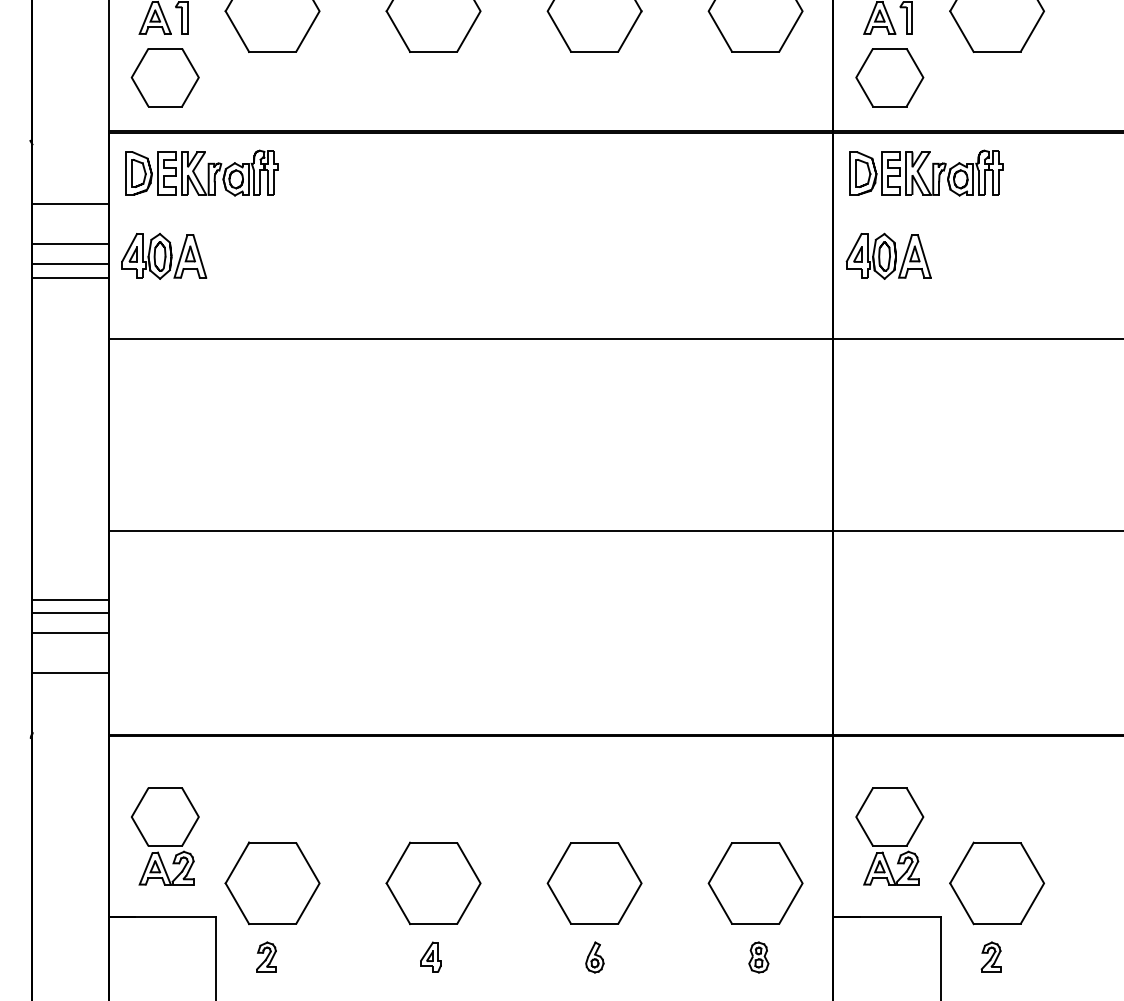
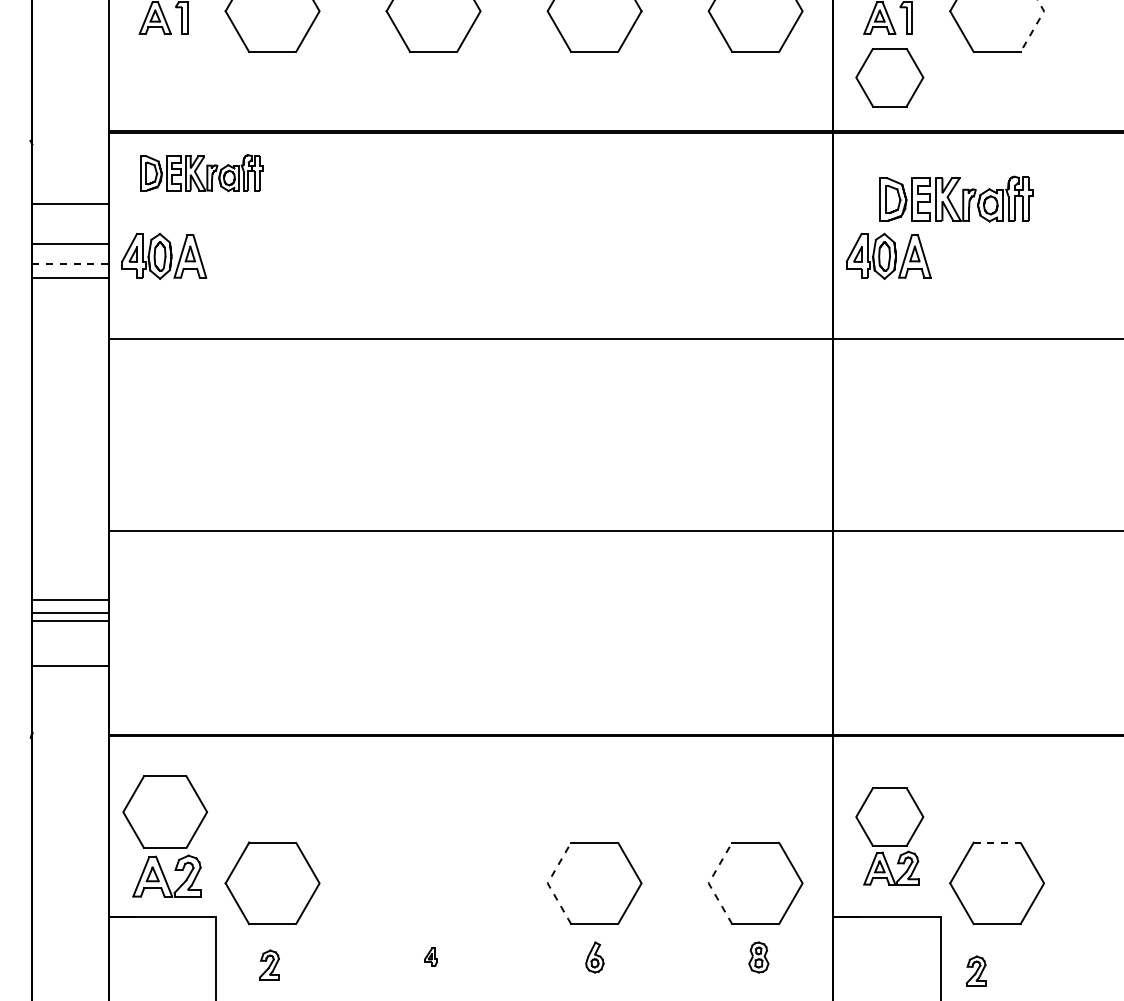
line at (1035, 25): solid -> dashed
part at (164, 77): present -> none
part at (201, 172) size: 154x48 px -> 124x39 px
part at (926, 172) position: (926, 172) -> (956, 198)
line at (71, 264): solid -> dashed
line at (70, 633) position: (70, 633) -> (70, 621)
line at (70, 673) position: (70, 673) -> (70, 666)
part at (165, 836) size: 69x99 px -> 86x123 px
line at (997, 842): solid -> dashed
part at (433, 882): present -> none
line at (547, 883): solid -> dashed
line at (708, 883): solid -> dashed
part at (266, 956) position: (266, 956) -> (269, 964)
part at (430, 956) size: 22x32 px -> 14x20 px
part at (990, 956) position: (990, 956) -> (975, 970)
